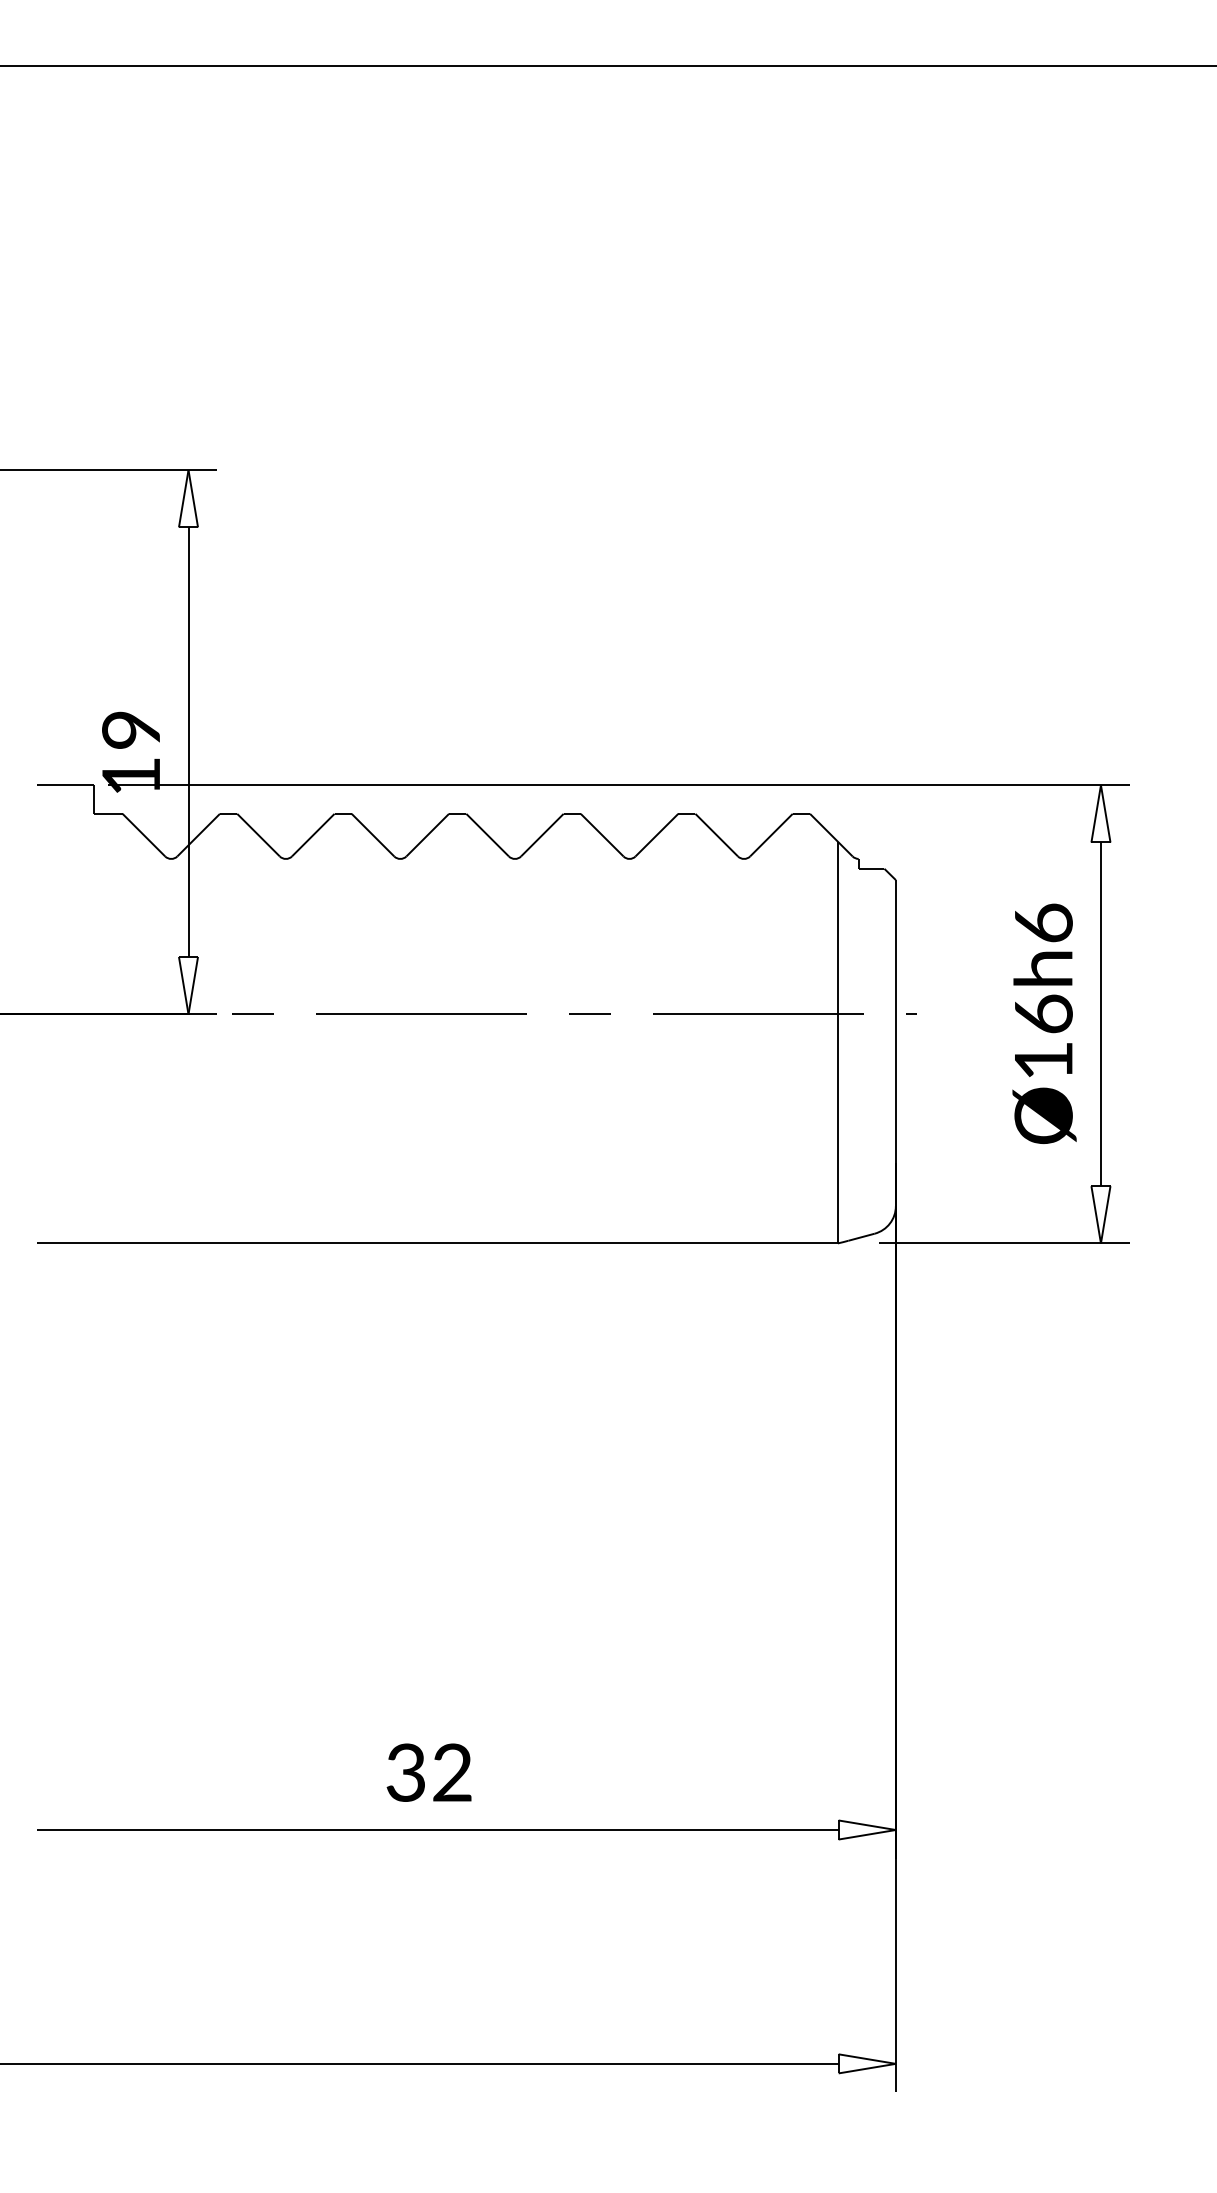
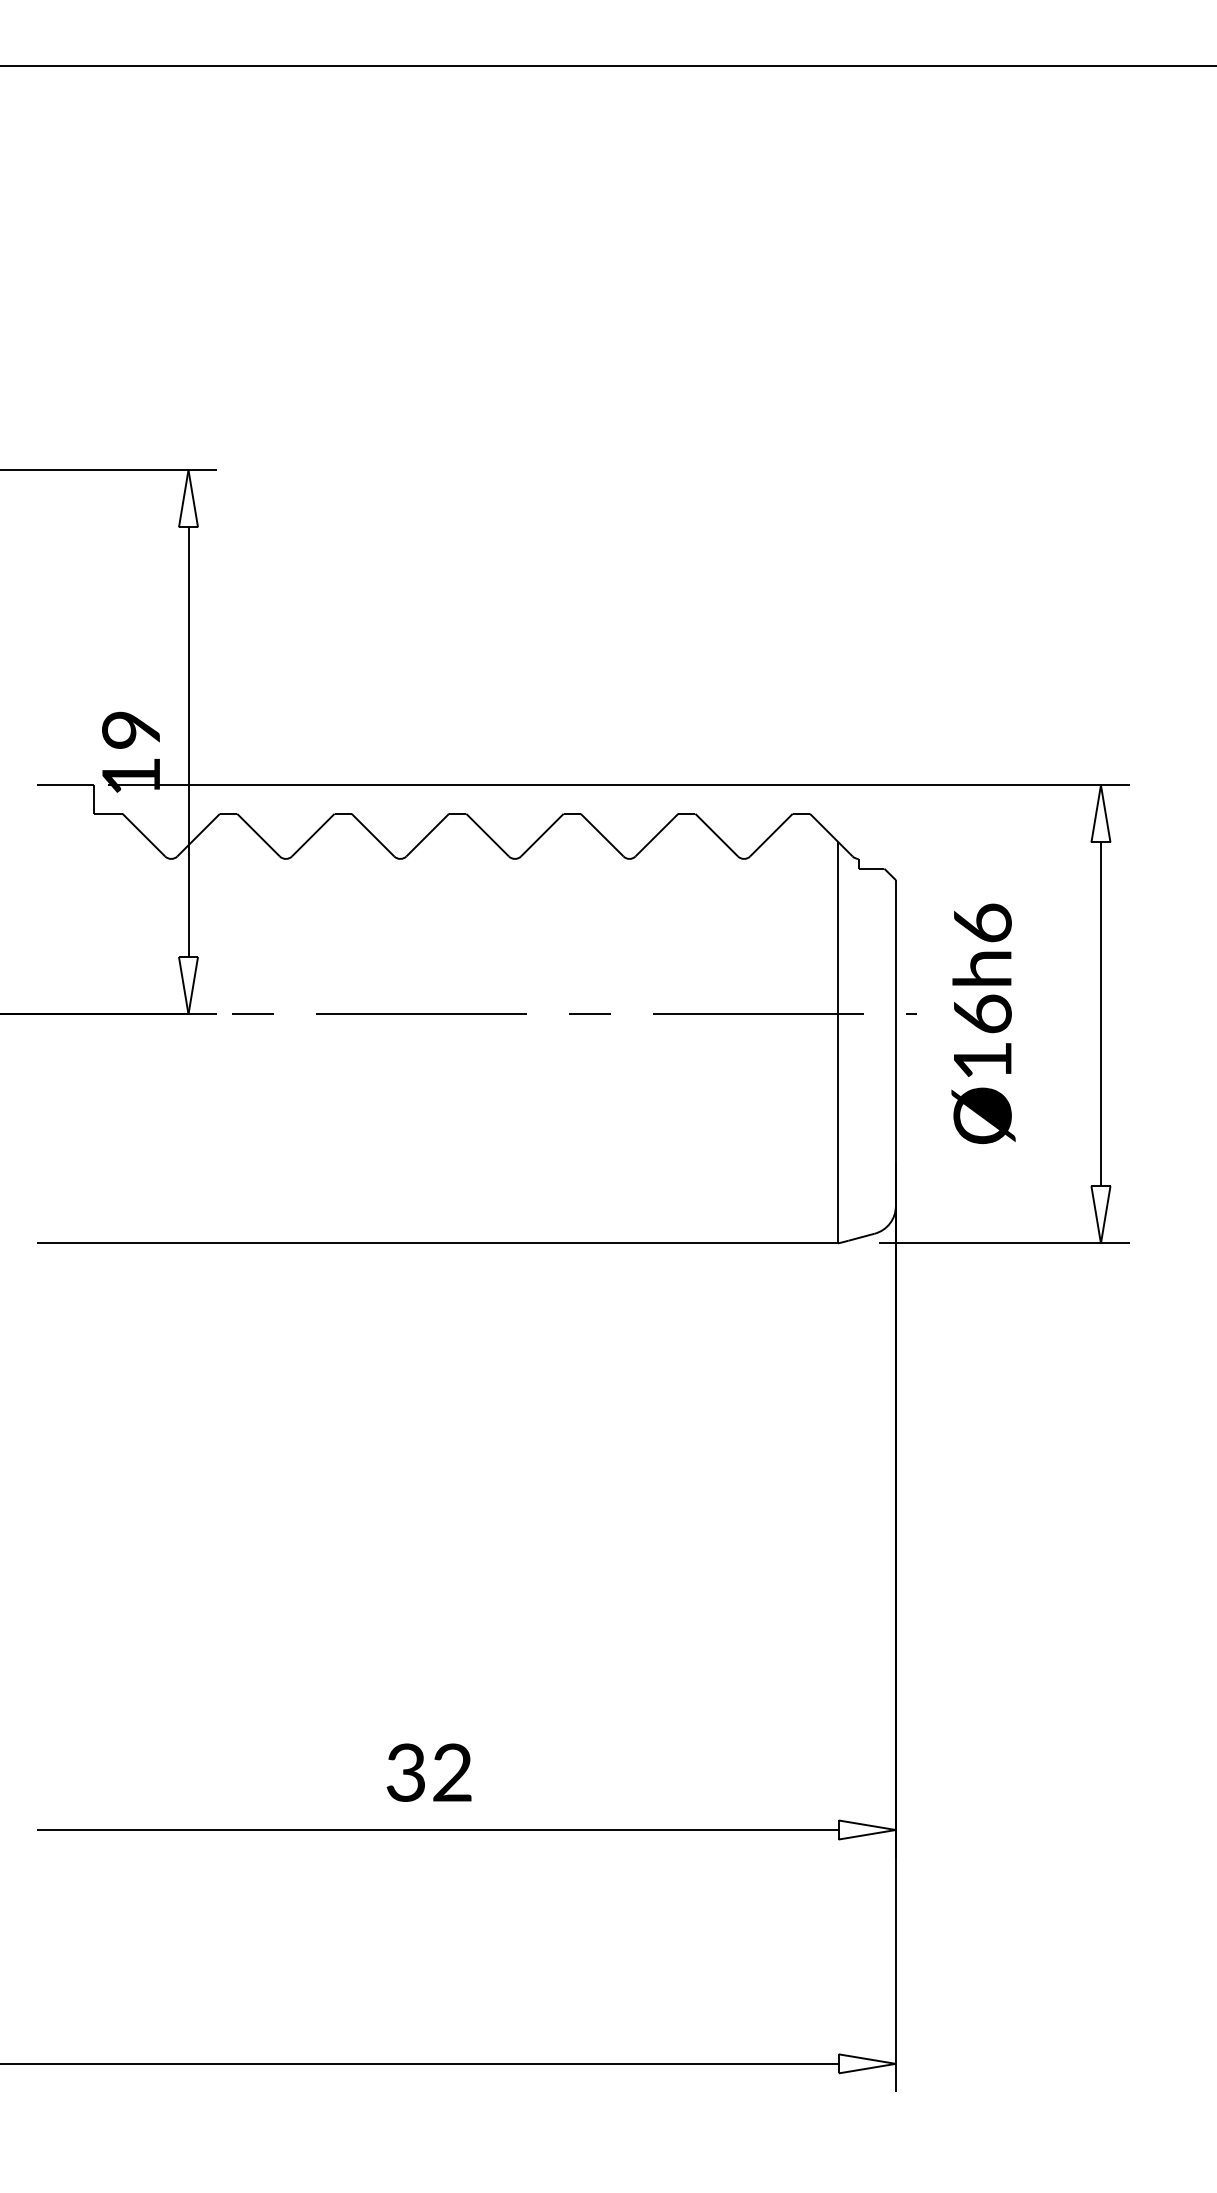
text at (1044, 1023) position: (1044, 1023) -> (983, 1023)
